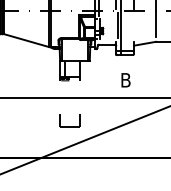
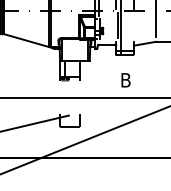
line at (35, 123): none -> present
